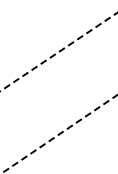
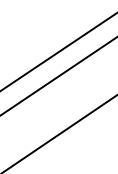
line at (58, 52): dashed -> solid
line at (58, 76): none -> present
line at (59, 134): dashed -> solid
